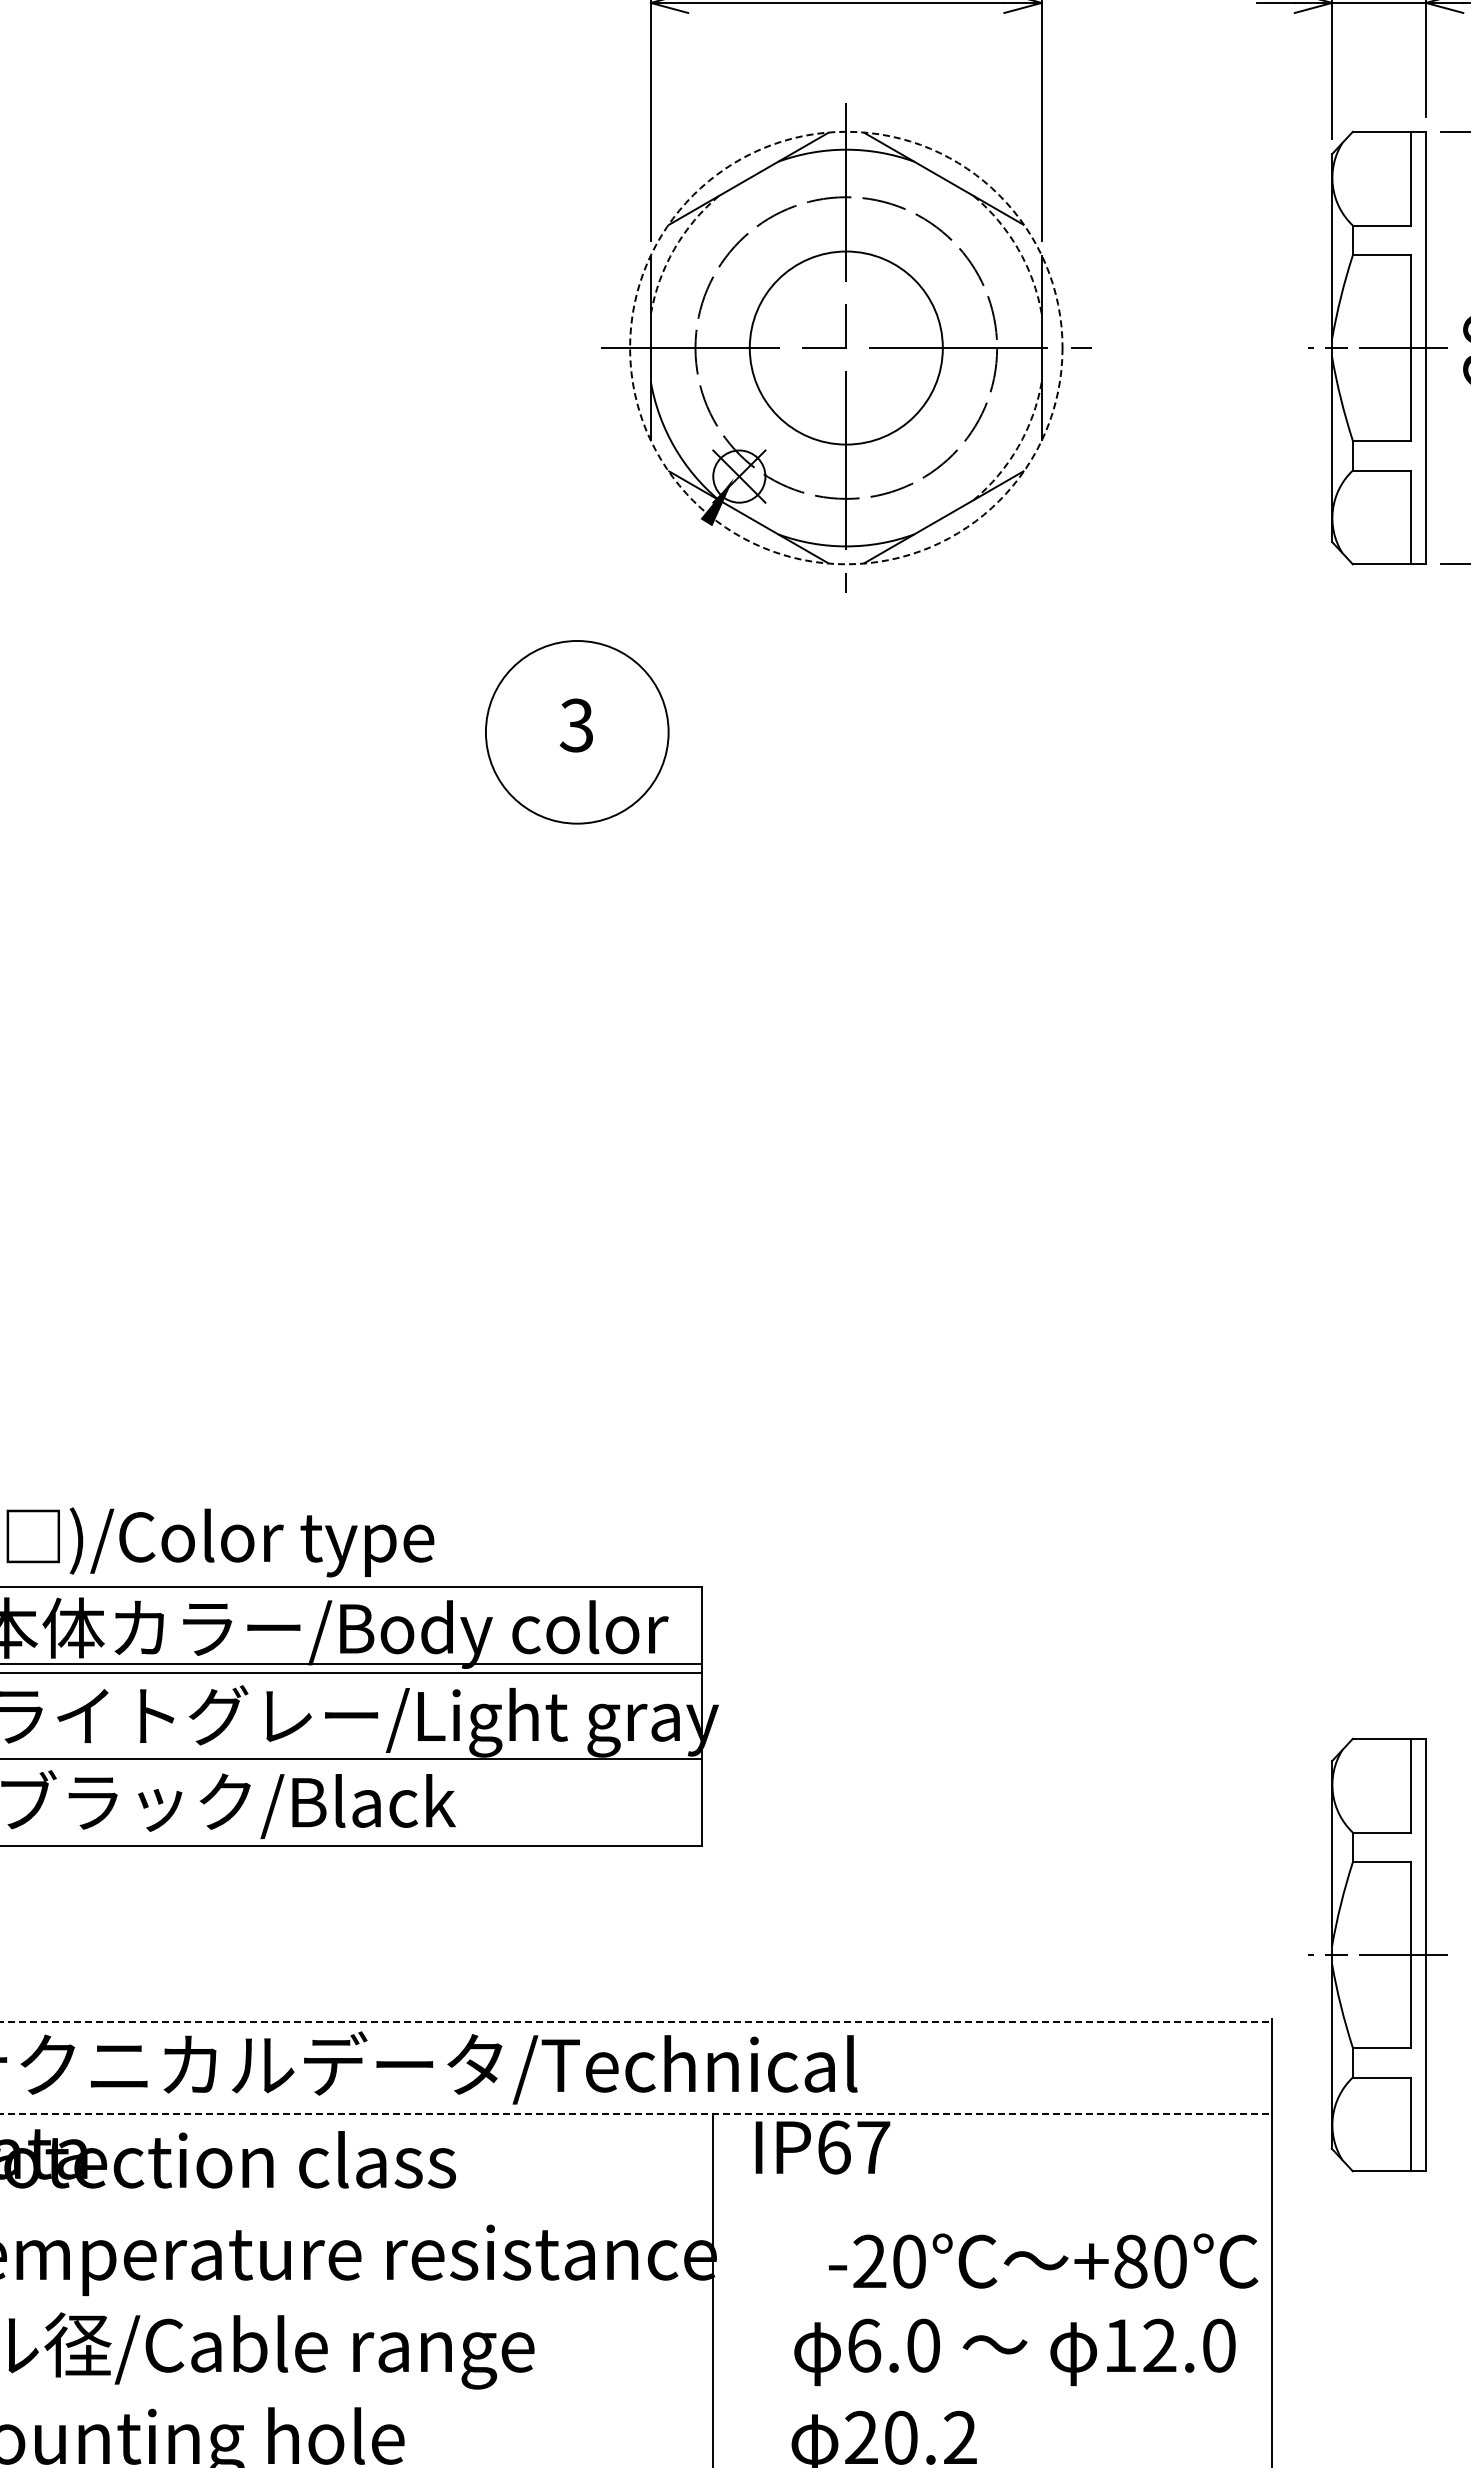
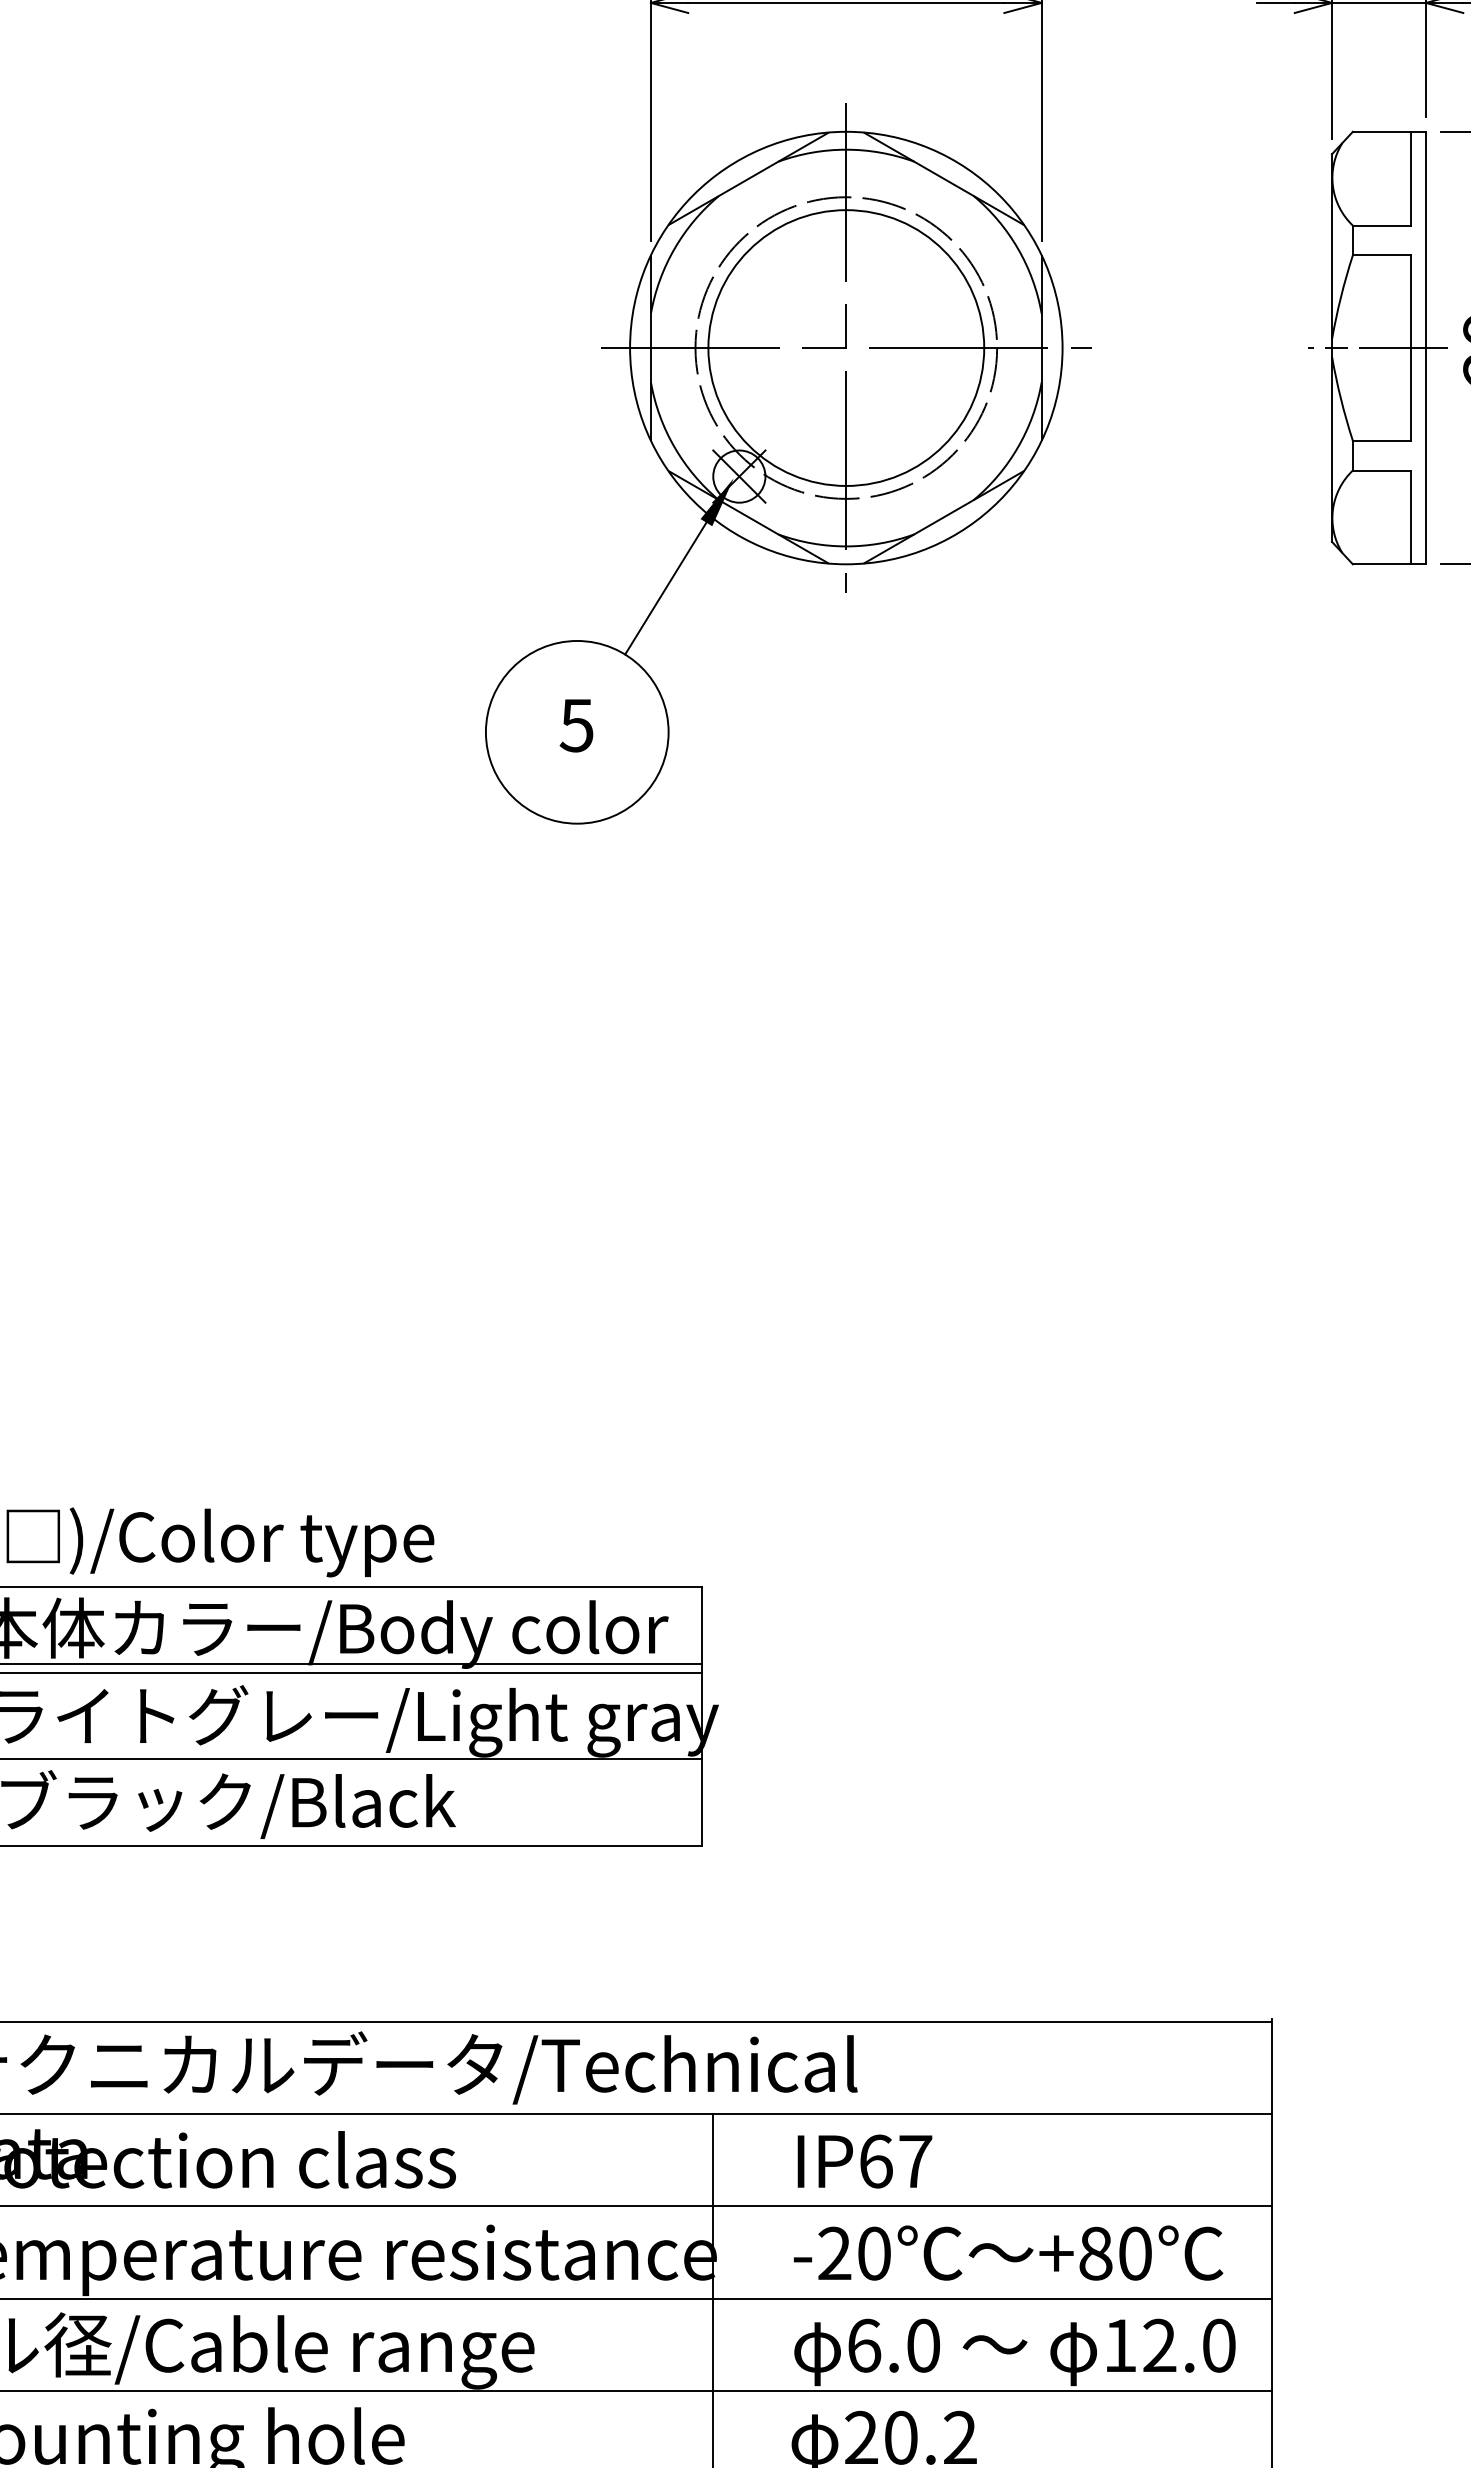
arc at (674, 248): dashed -> solid
arc at (1018, 248): dashed -> solid
circle at (845, 347) diameter: 193 px -> 276 px
circle at (846, 347): dashed -> solid
arc at (1018, 447): dashed -> solid
line at (665, 588): none -> present
text at (576, 725): 3 -> 5
part at (1377, 1954): present -> none
line at (636, 2022): dashed -> solid
line at (636, 2114): dashed -> solid
text at (822, 2147) position: (822, 2147) -> (864, 2161)
line at (637, 2206): none -> present
text at (1043, 2260) position: (1043, 2260) -> (1008, 2252)
line at (637, 2298): none -> present
line at (637, 2390): none -> present
